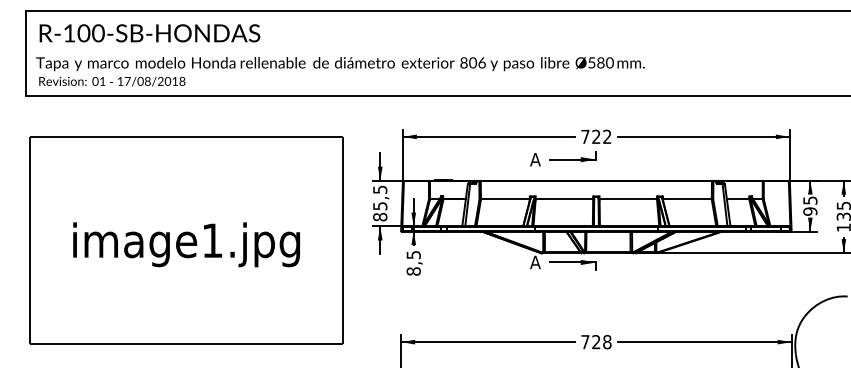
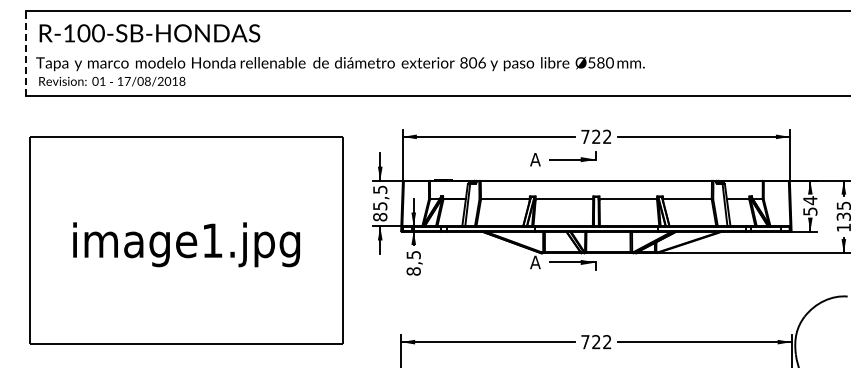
line at (25, 53): solid -> dashed
text at (810, 205): 95 -> 54
text at (607, 342): 728 -> 722
